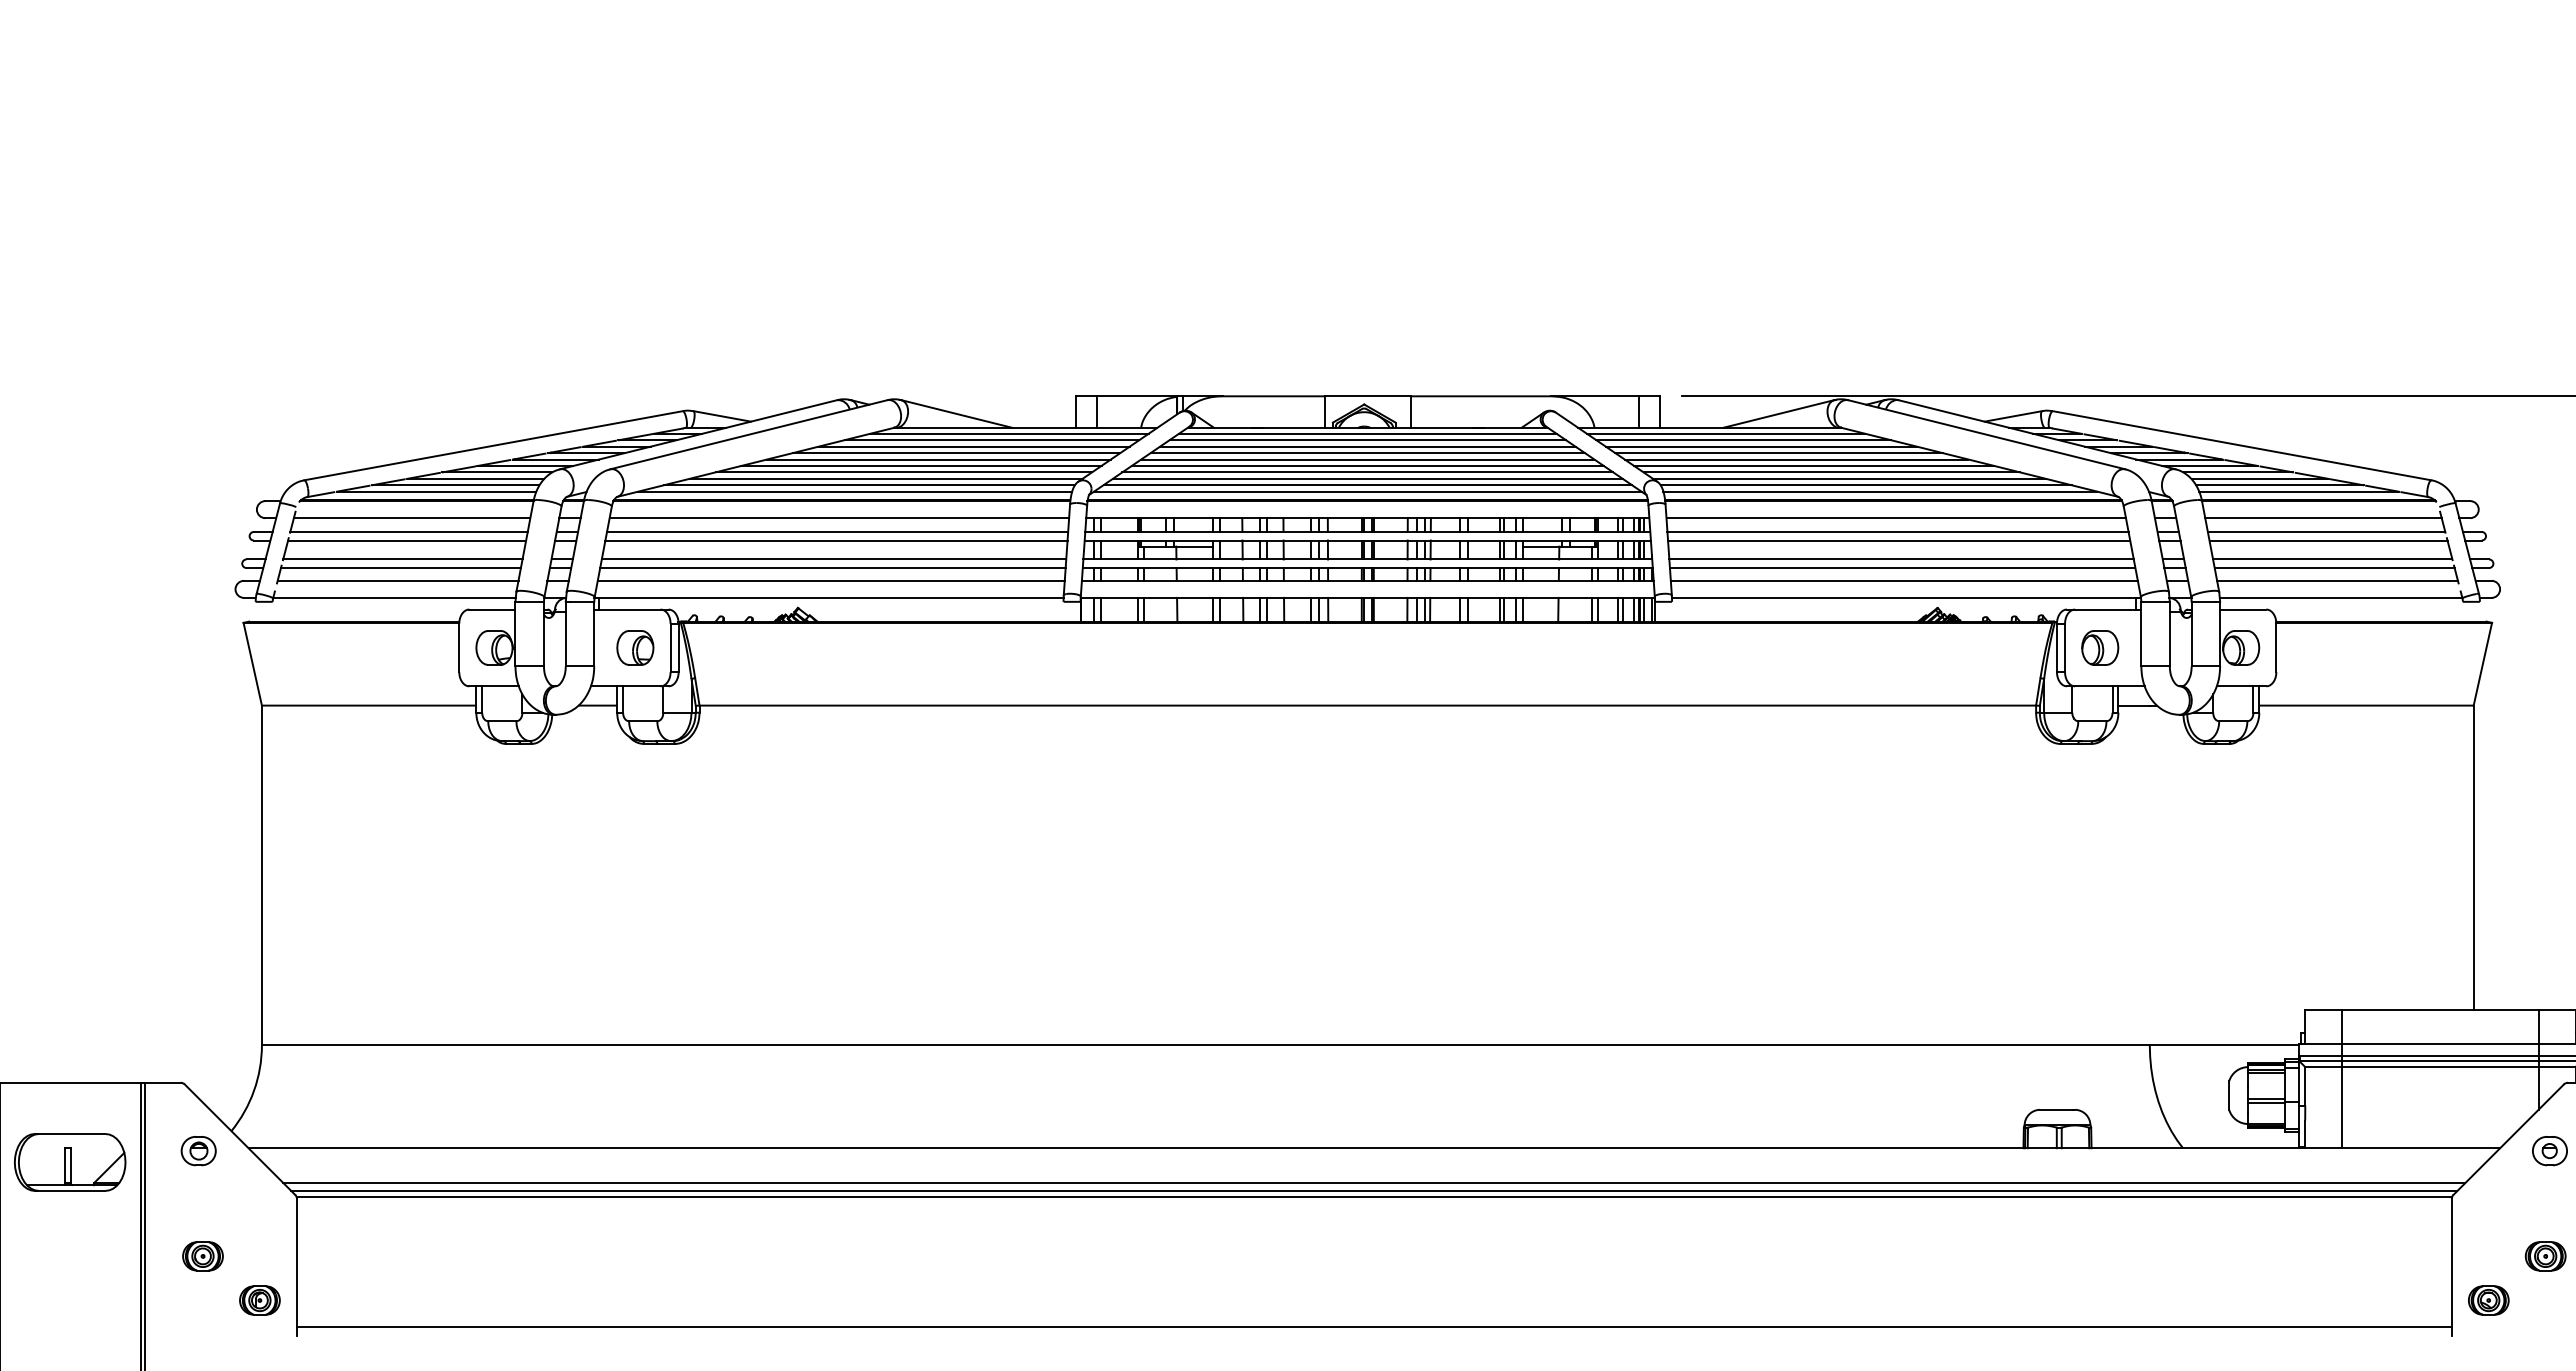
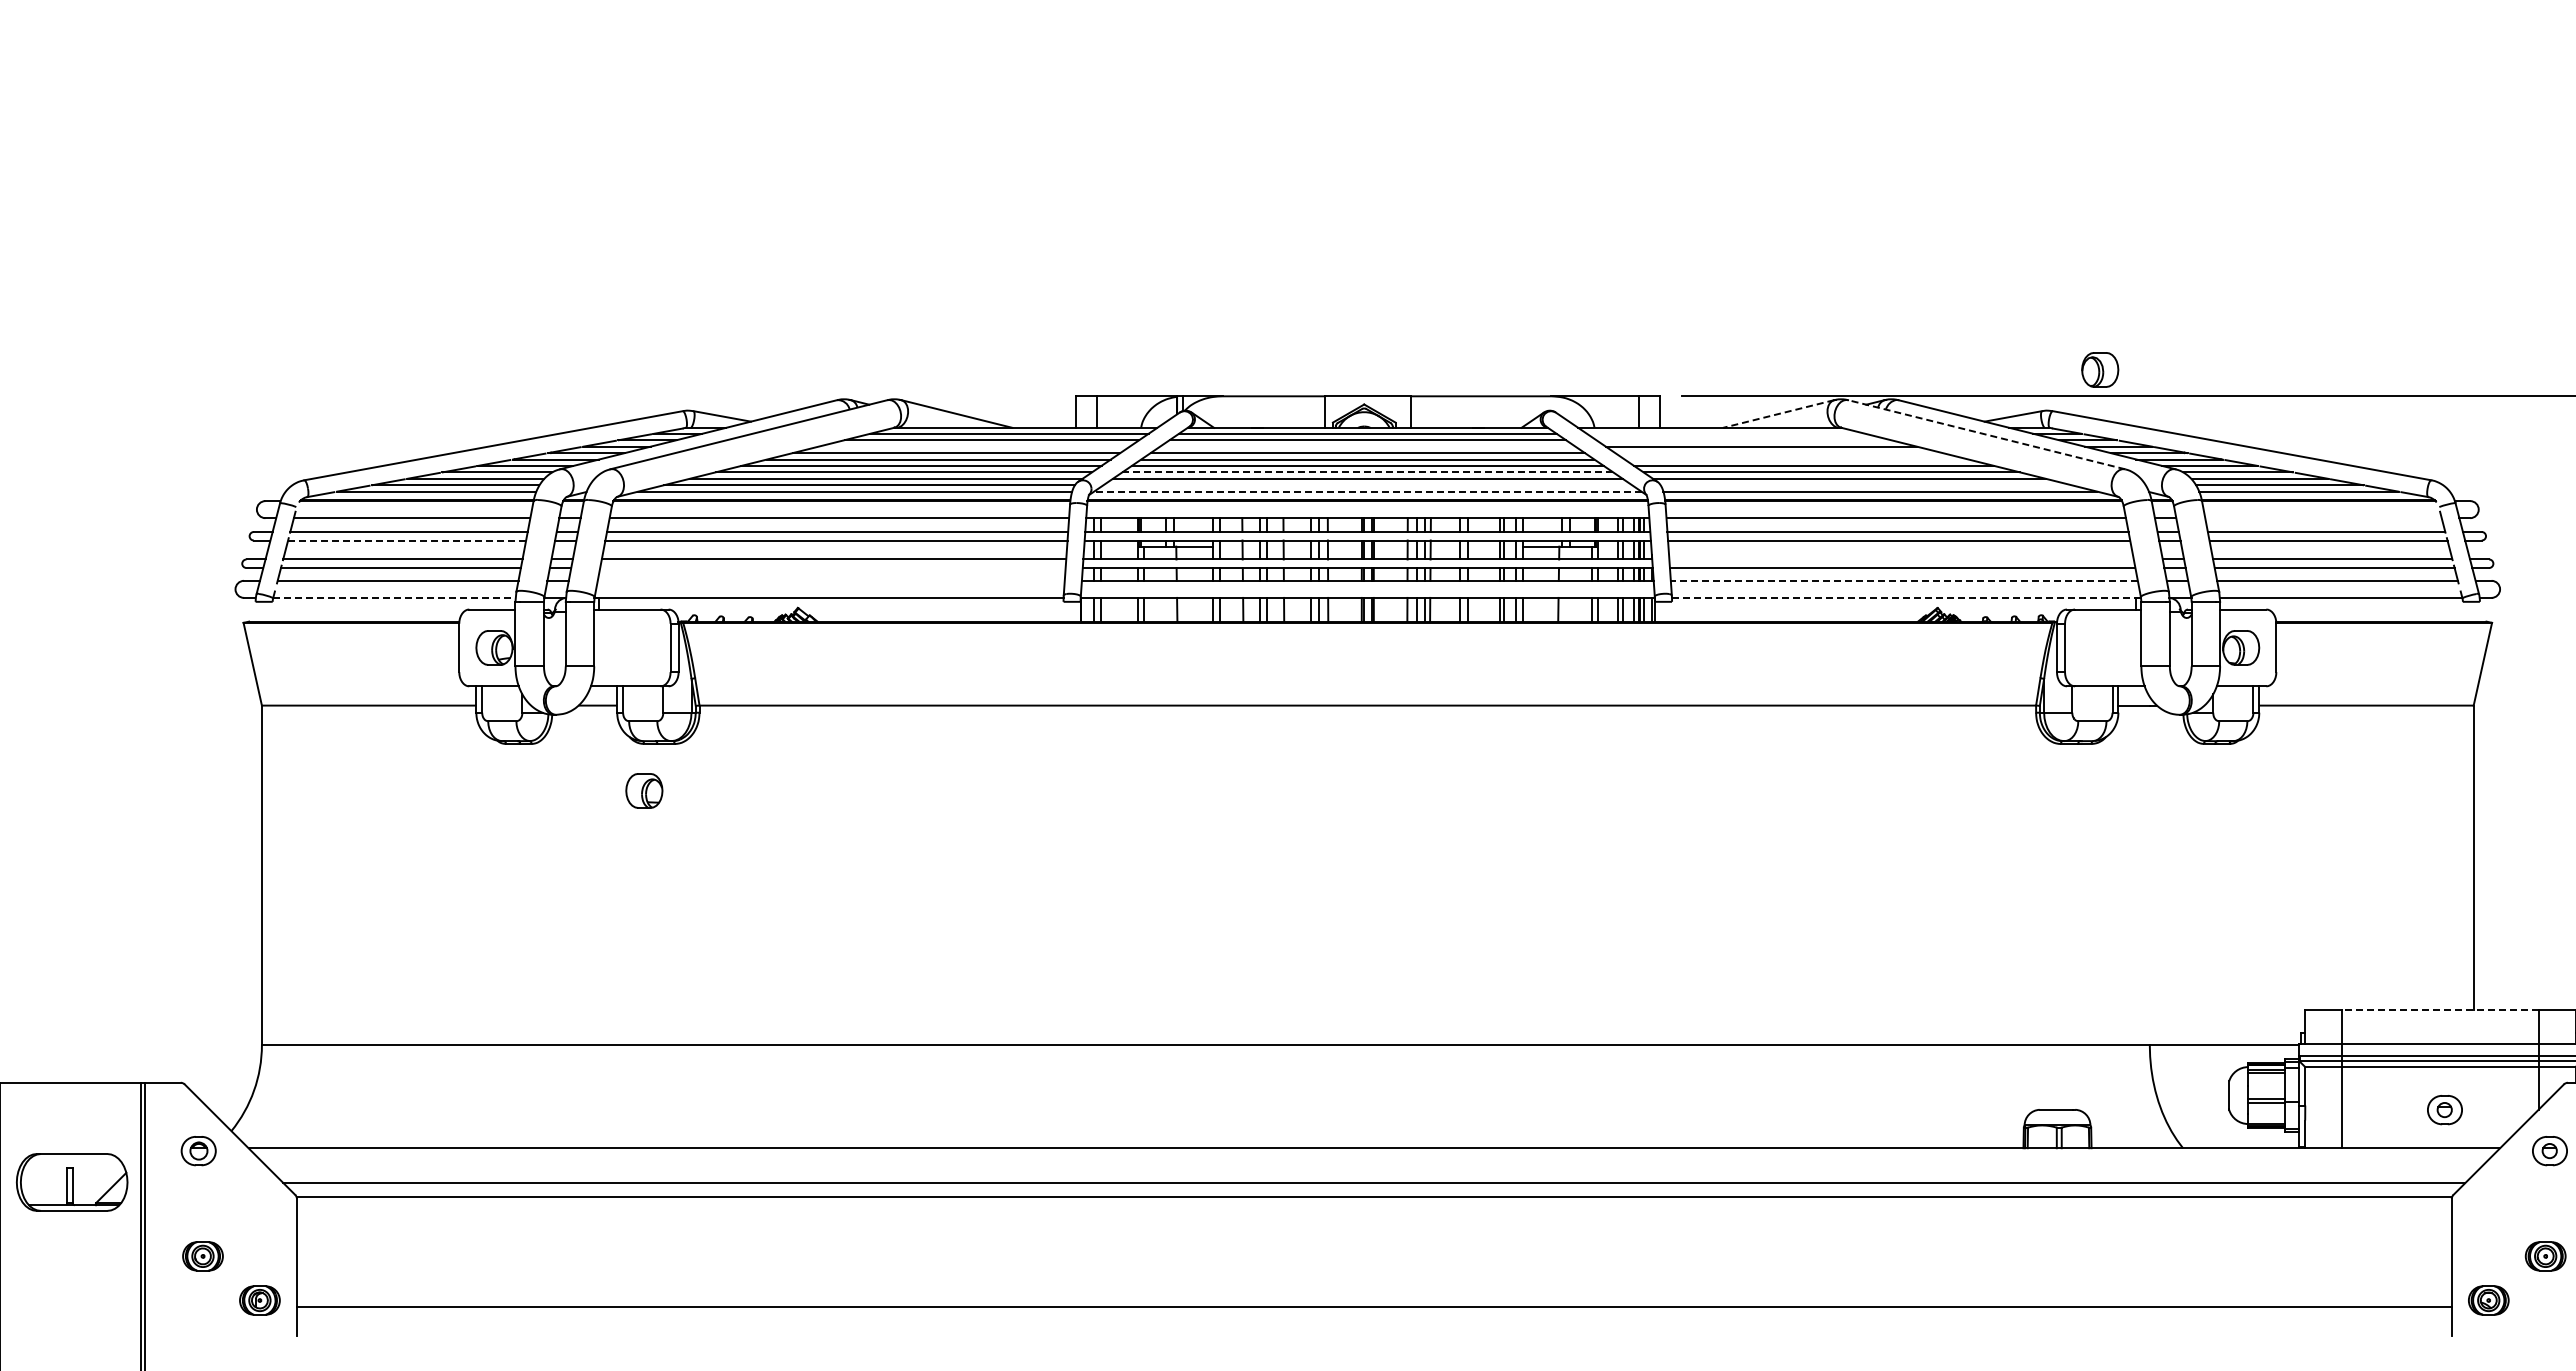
line at (1778, 414): solid -> dashed
line at (1725, 433): present -> none
line at (1986, 434): solid -> dashed
line at (1743, 440): present -> none
line at (973, 446): present -> none
line at (1367, 446): present -> none
line at (1778, 453): present -> none
line at (1796, 459): present -> none
line at (1367, 472): solid -> dashed
line at (1367, 485): present -> none
line at (1866, 485): present -> none
line at (1367, 491): solid -> dashed
line at (2323, 518): present -> none
line at (407, 540): solid -> dashed
line at (1901, 559): present -> none
line at (832, 568): present -> none
line at (830, 580): present -> none
line at (1904, 580): solid -> dashed
line at (395, 597): solid -> dashed
line at (1906, 597): solid -> dashed
part at (635, 647) position: (635, 647) -> (644, 790)
part at (2100, 647) position: (2100, 647) -> (2100, 369)
line at (2439, 1010): solid -> dashed
part at (2444, 1110): none -> present
part at (70, 1162) position: (70, 1162) -> (72, 1182)
line at (1374, 1190): present -> none
line at (1373, 1327) position: (1373, 1327) -> (1373, 1307)
